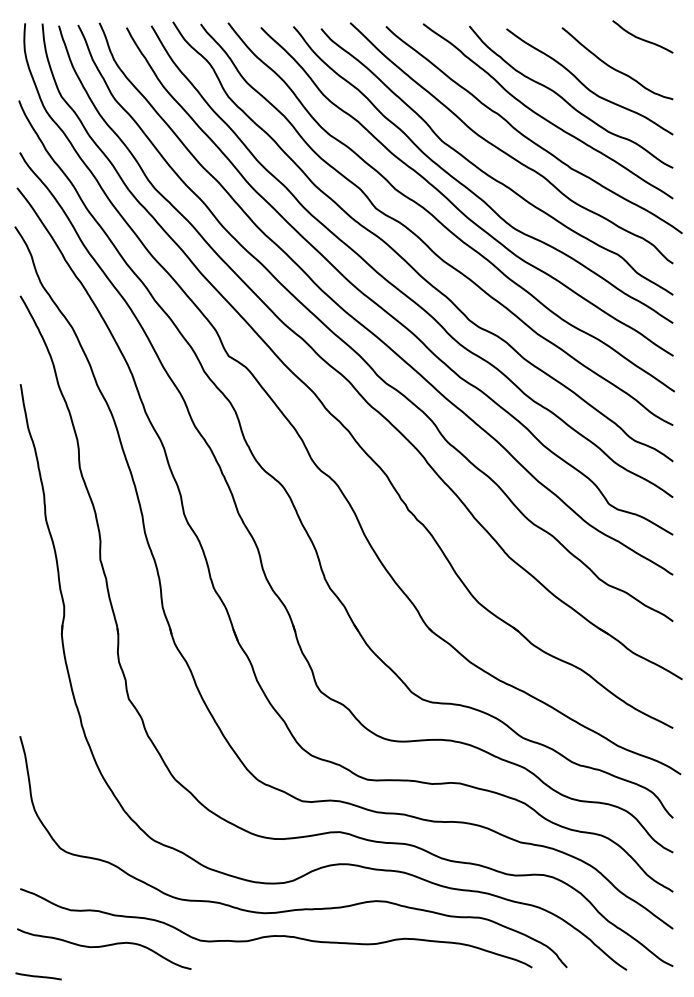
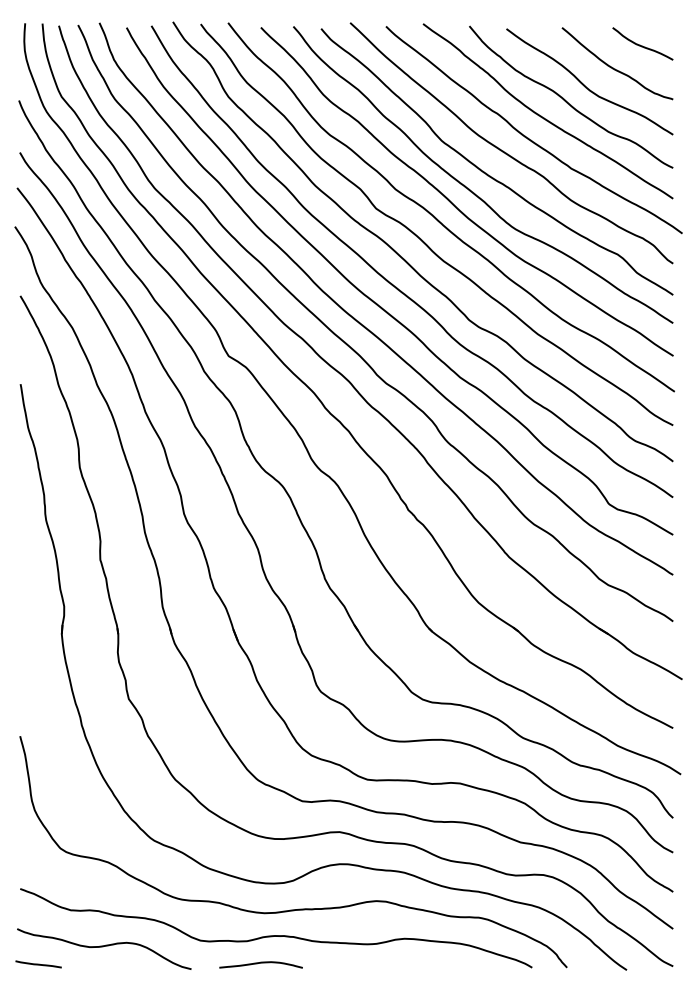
curve at (642, 38) position: (642, 38) -> (642, 45)
curve at (260, 963): none -> present
line at (38, 976) position: (38, 976) -> (38, 964)
